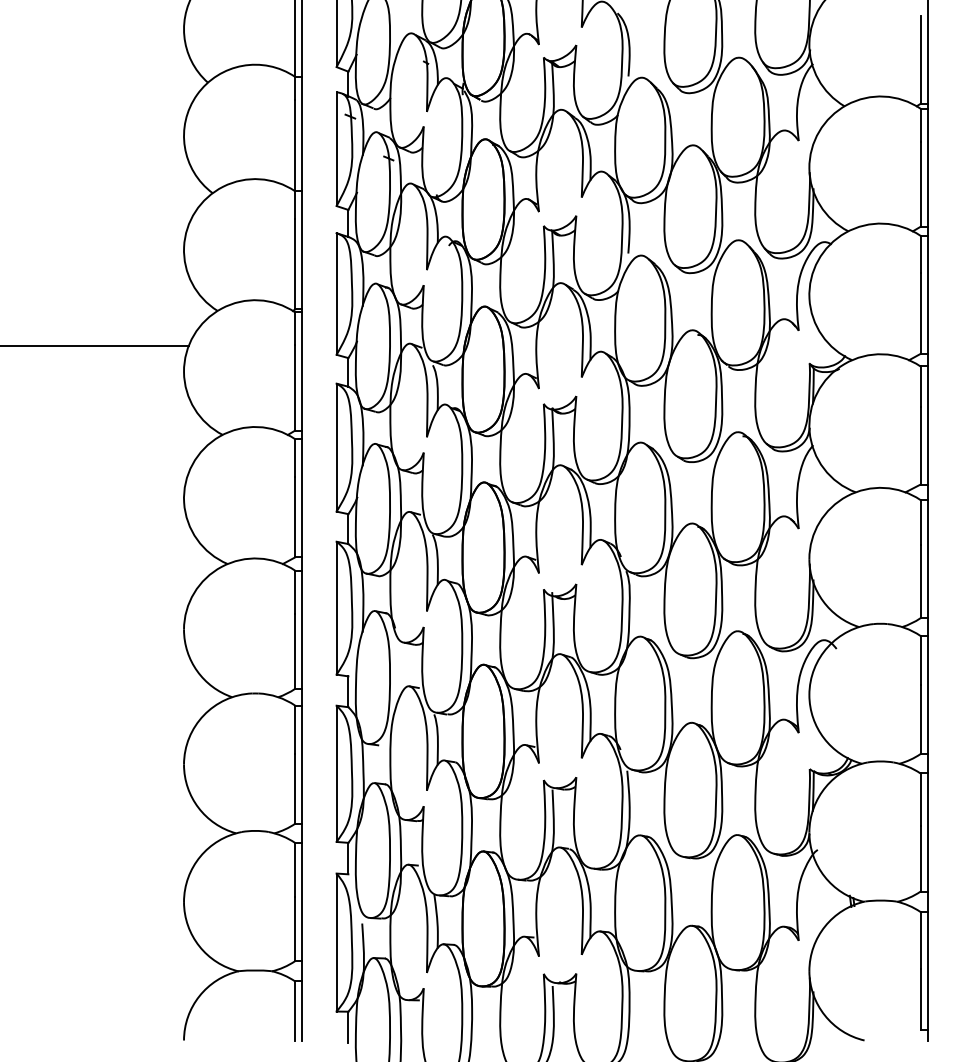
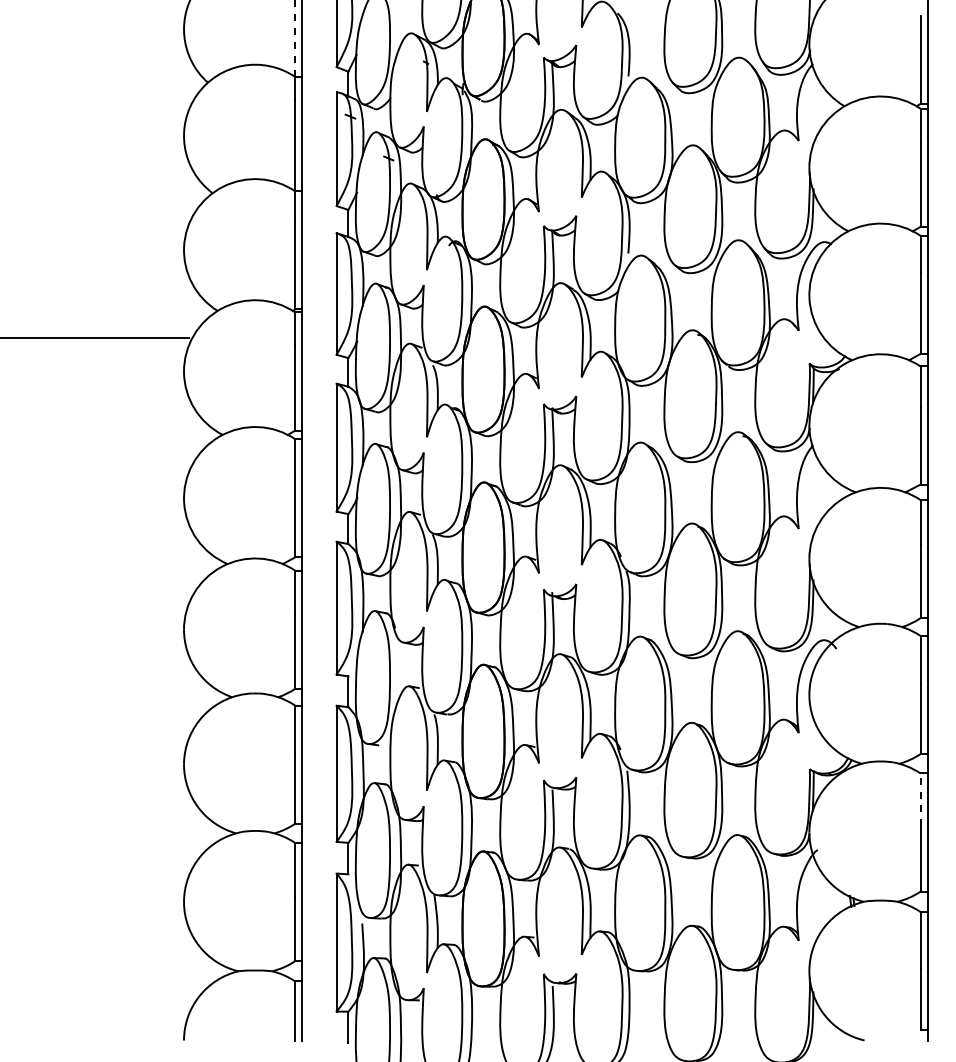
line at (295, 38): solid -> dashed
line at (95, 345) position: (95, 345) -> (95, 337)
line at (920, 799): solid -> dashed
